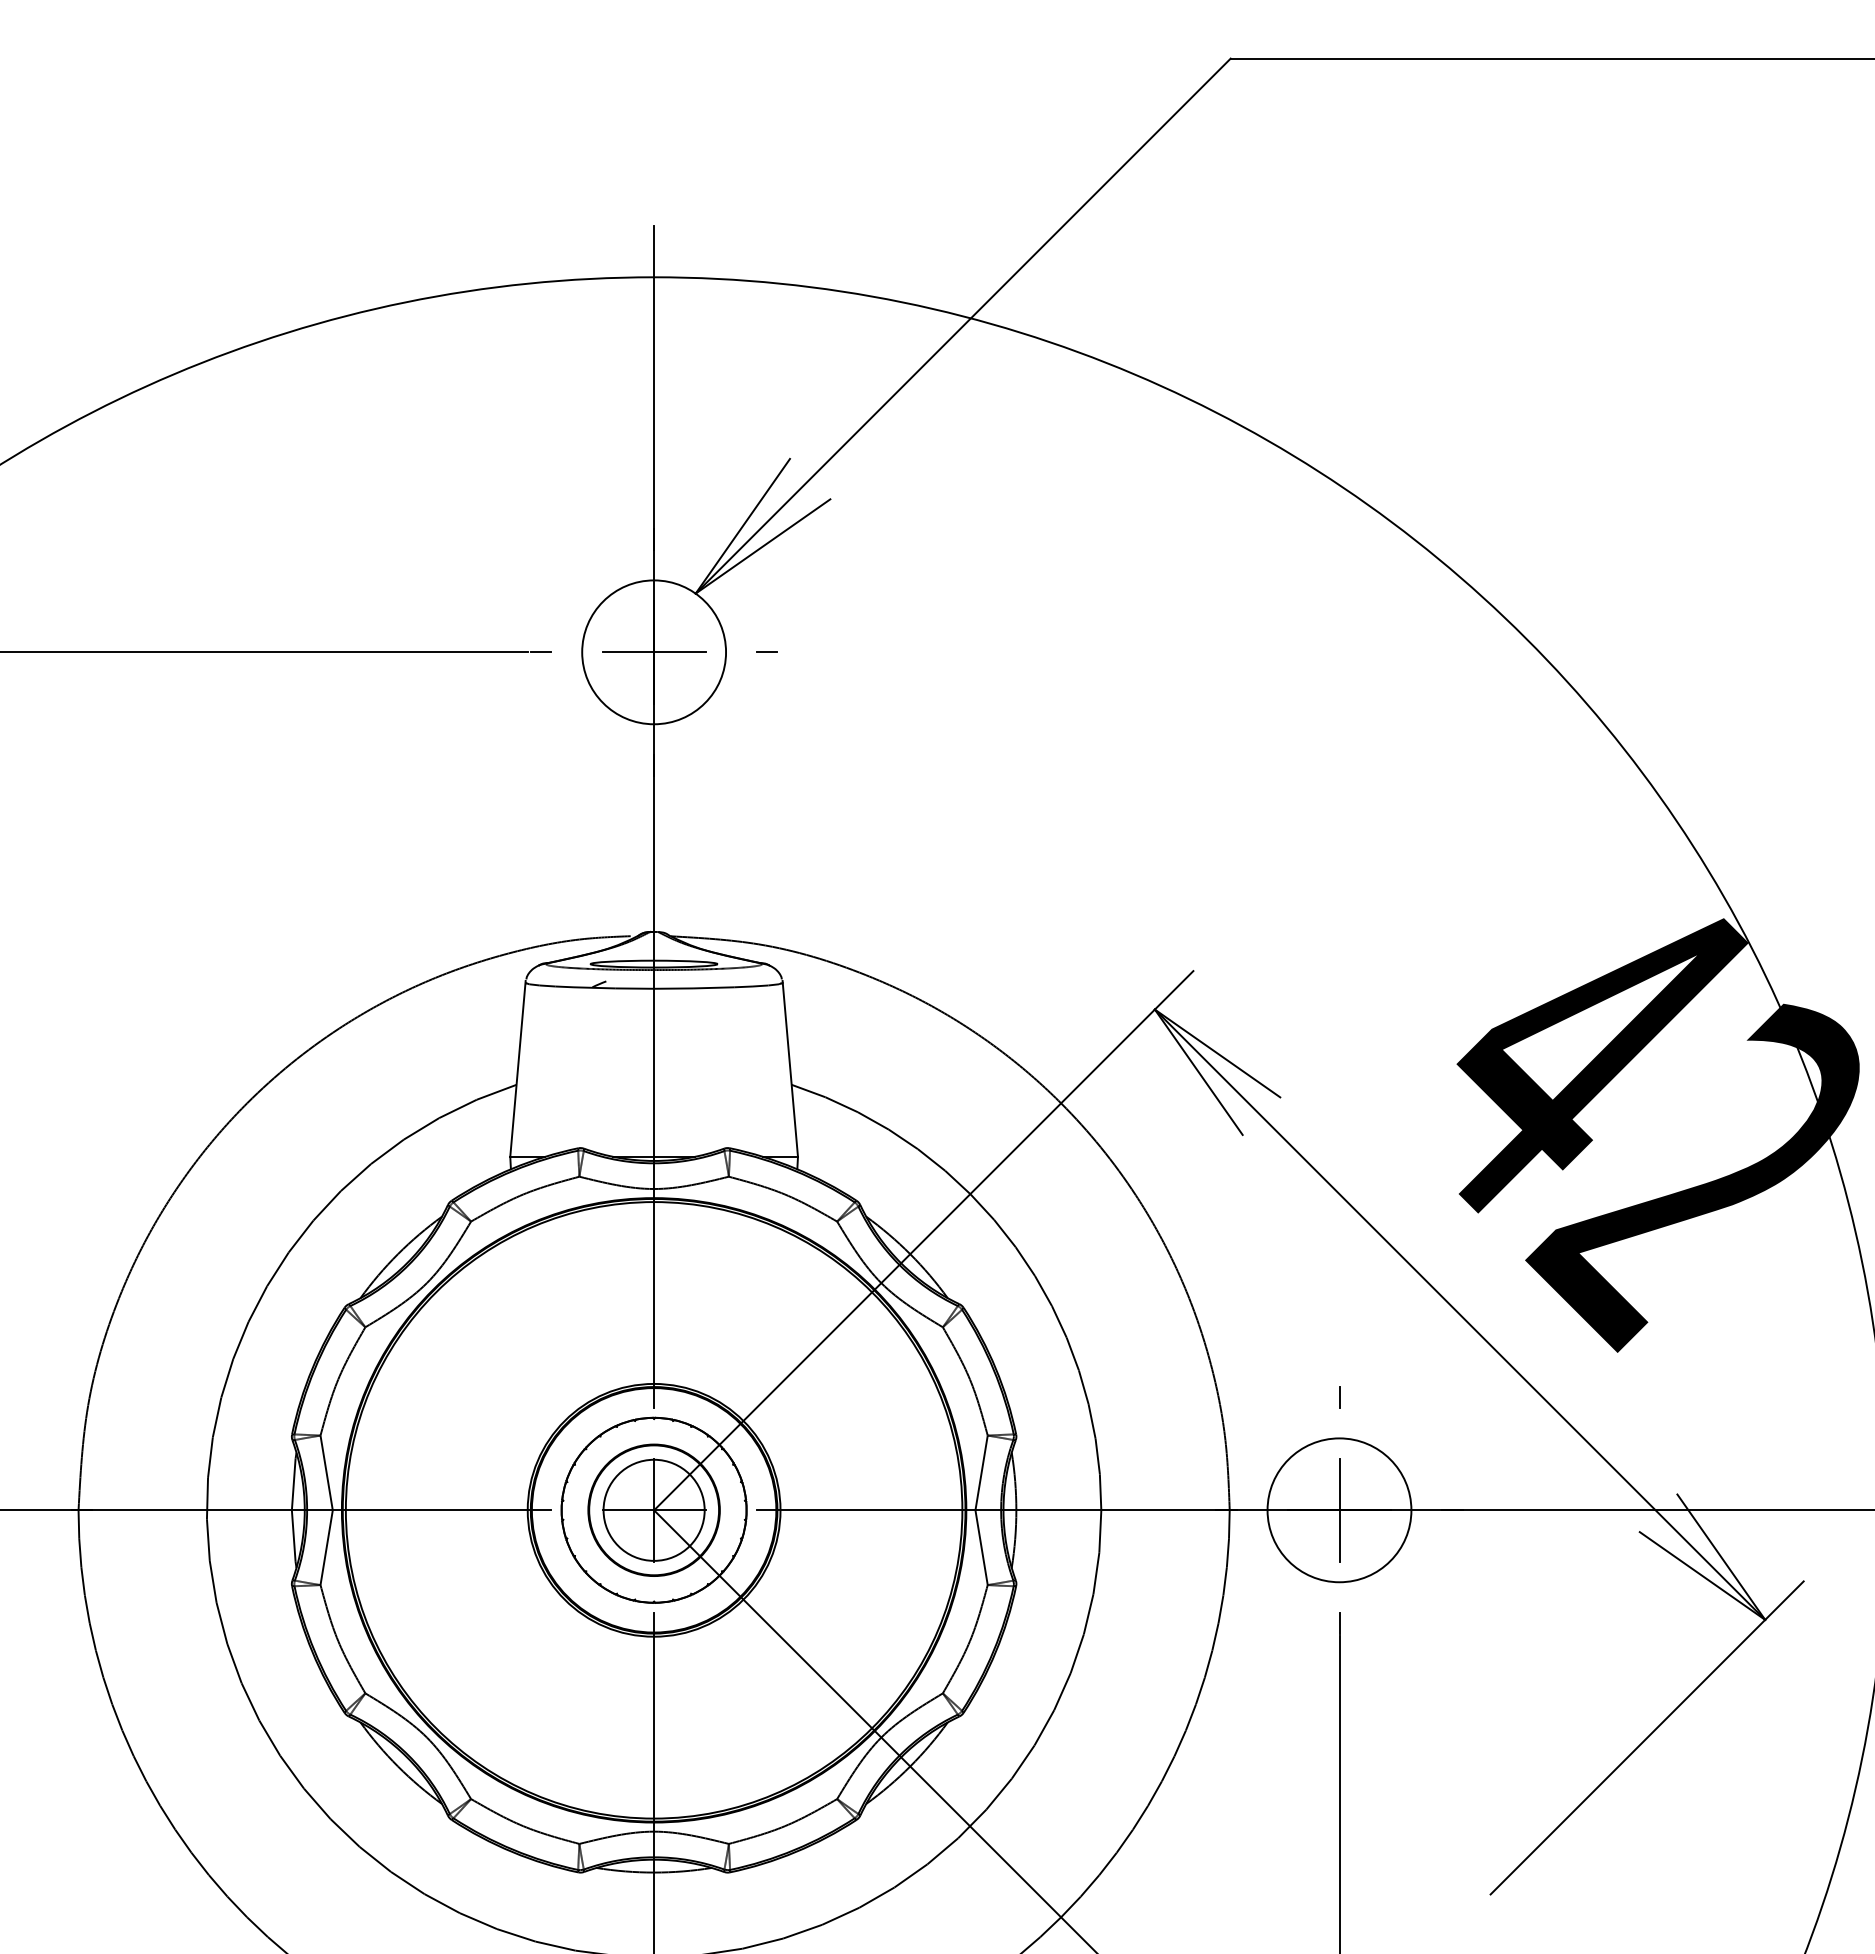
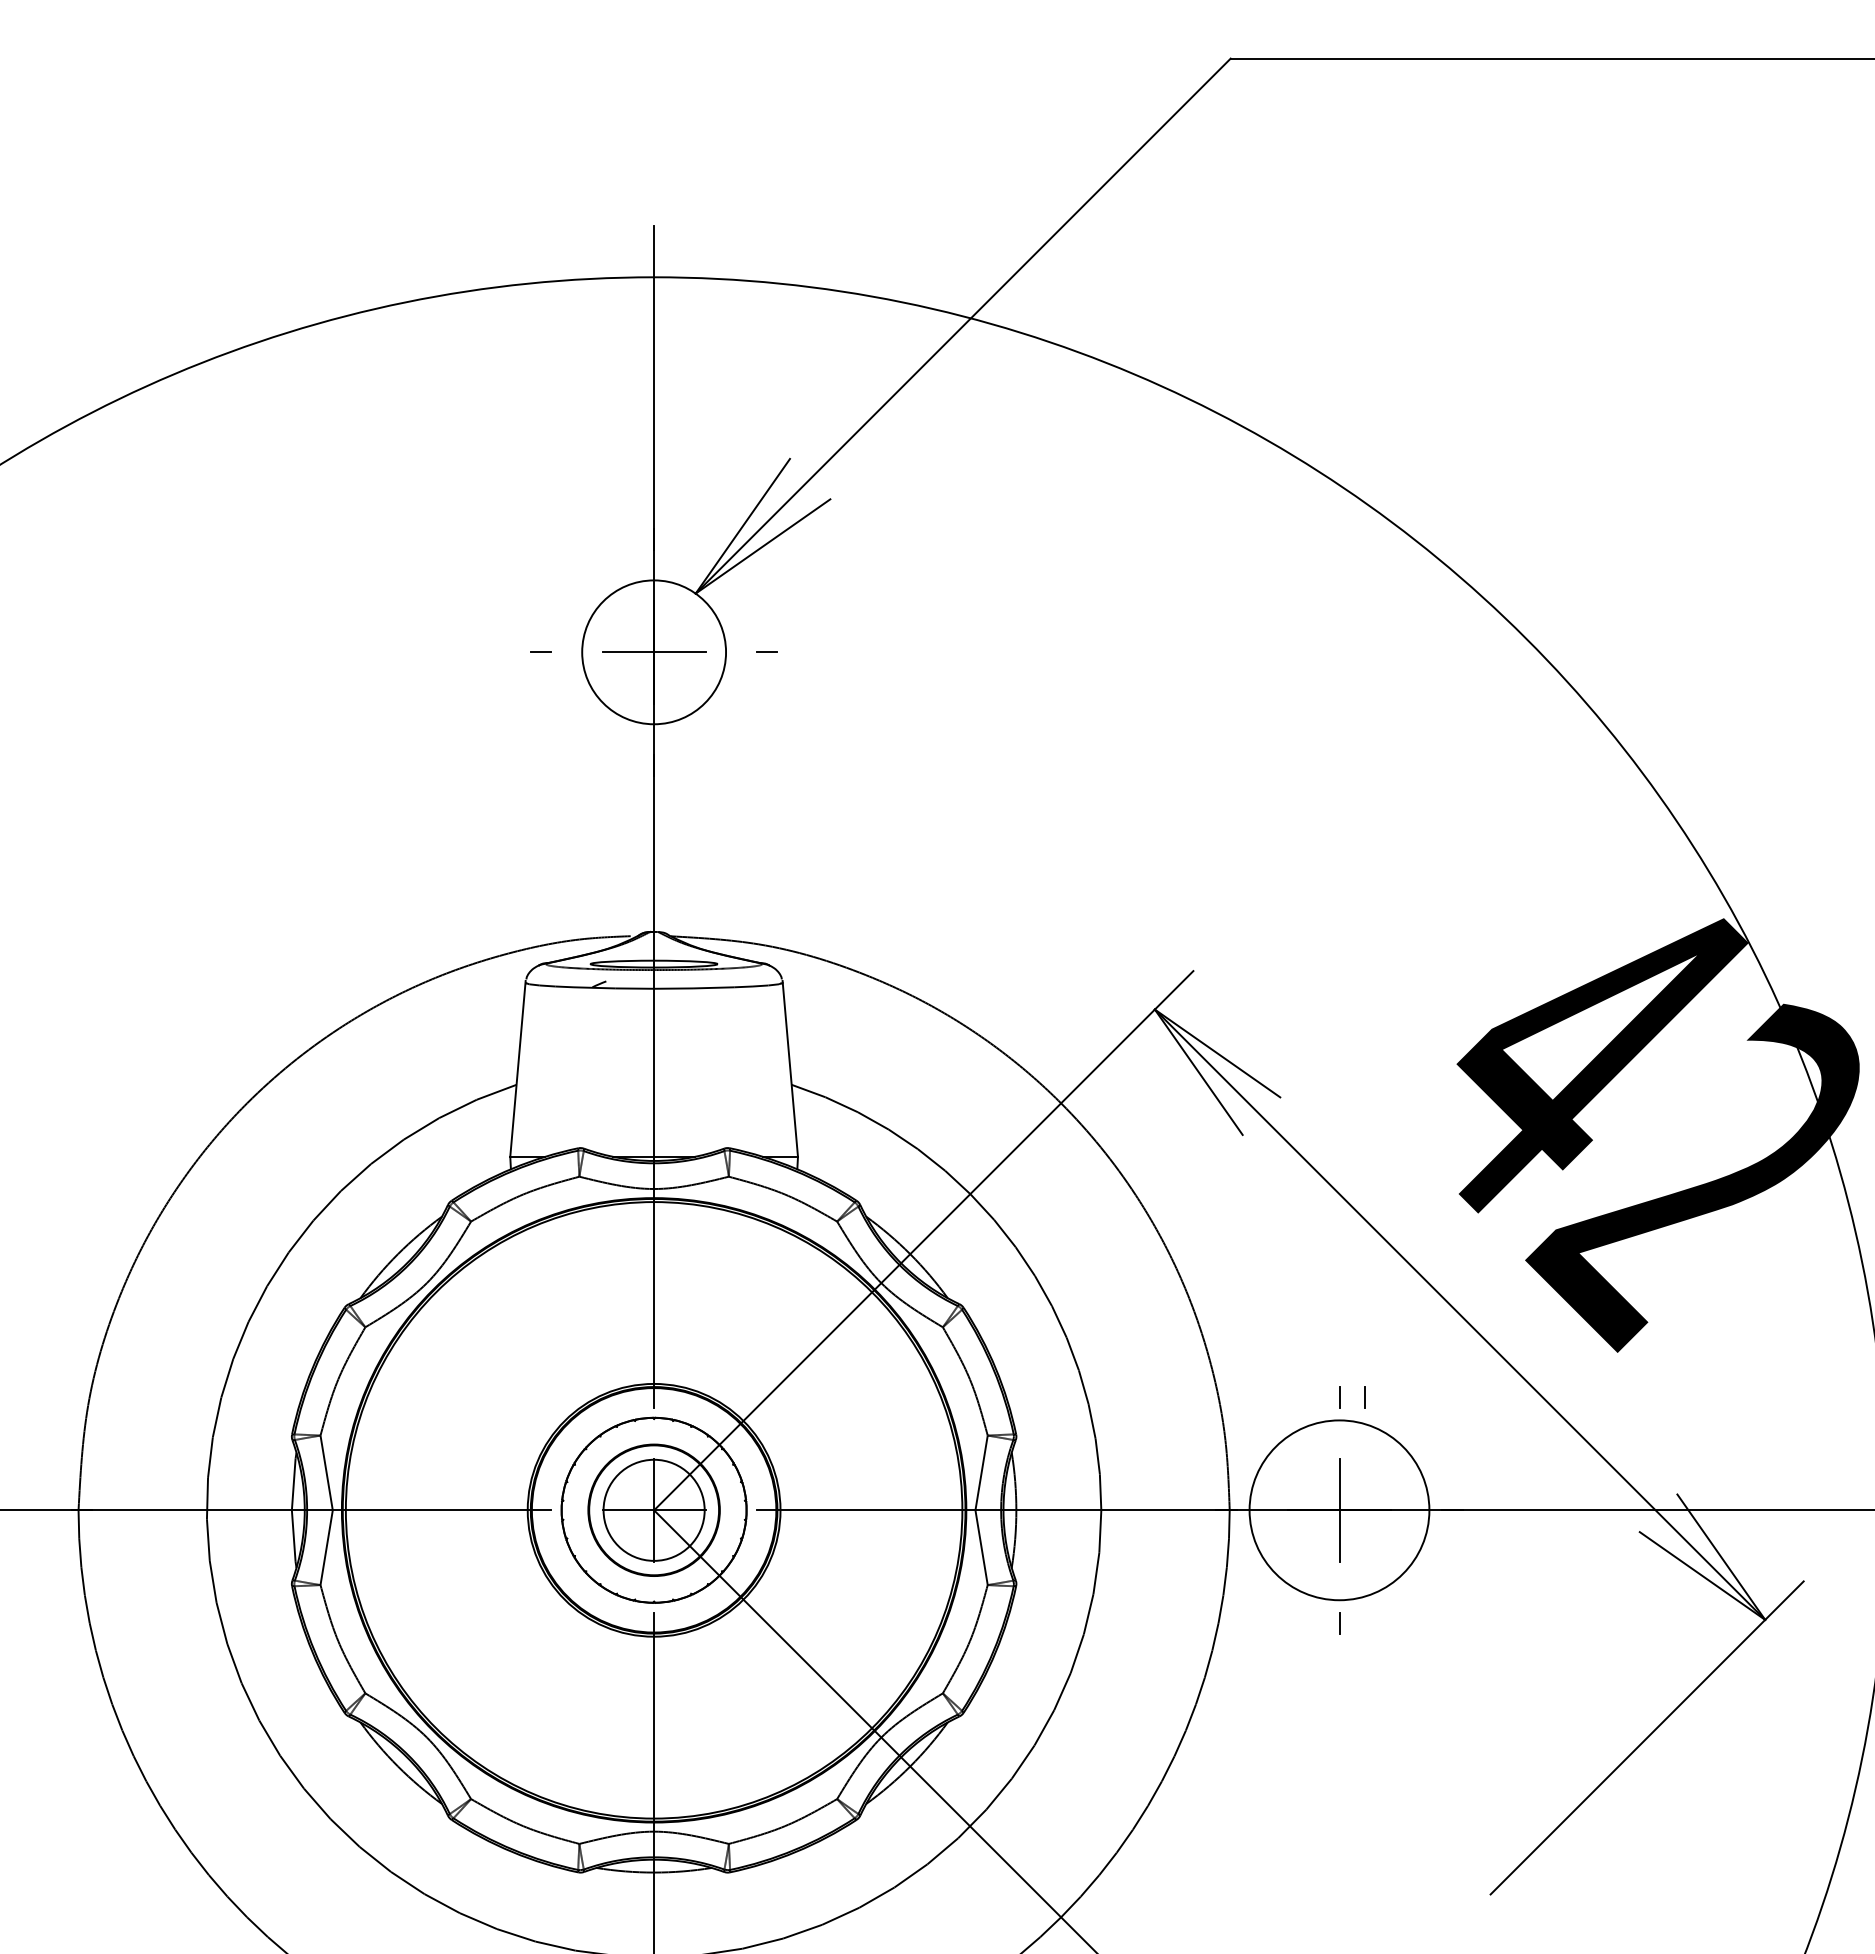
line at (265, 652): present -> none
line at (1364, 1397): none -> present
circle at (1339, 1510) diameter: 144 px -> 180 px
line at (1339, 1793): present -> none
